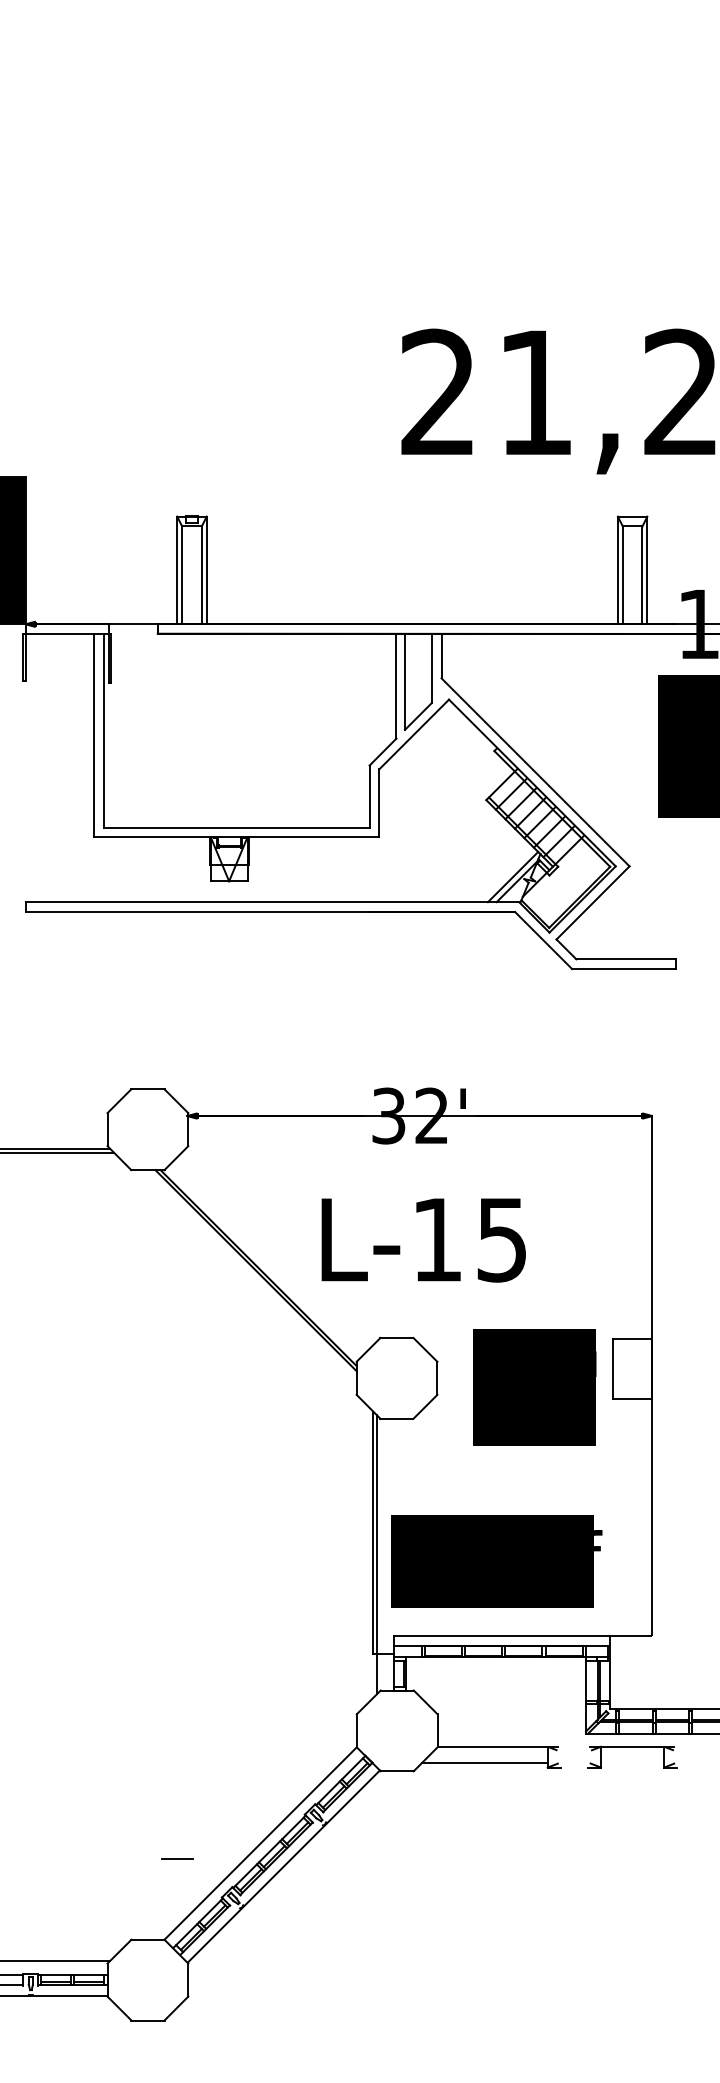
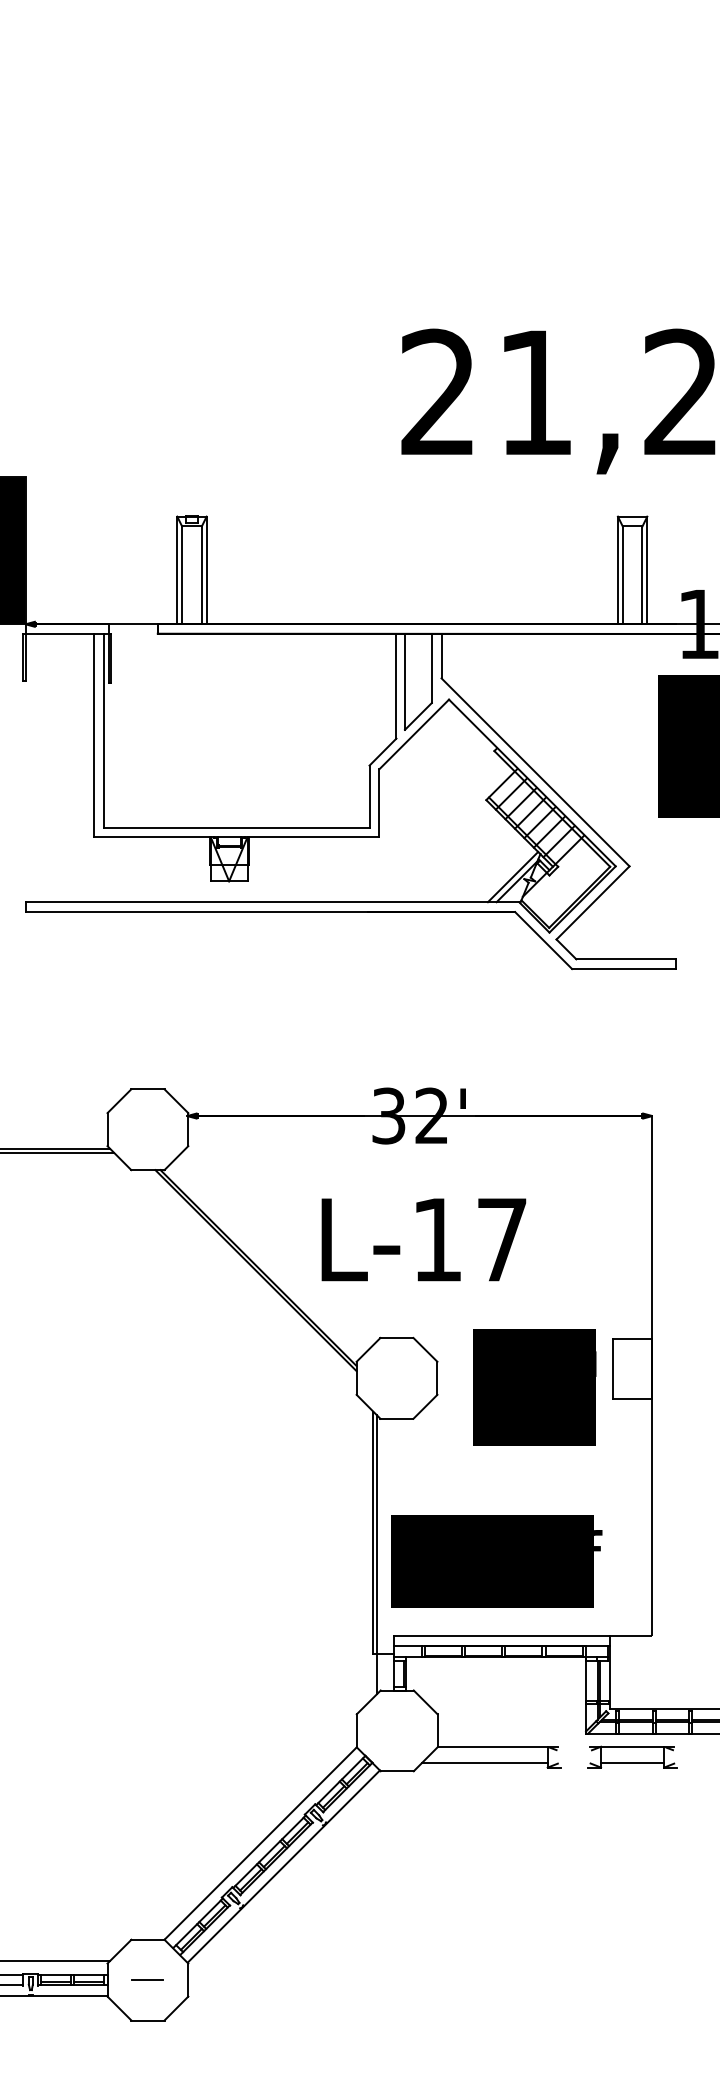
text at (501, 1240): L-15 -> L-17
line at (632, 1762): none -> present
line at (177, 1858) position: (177, 1858) -> (147, 1979)
